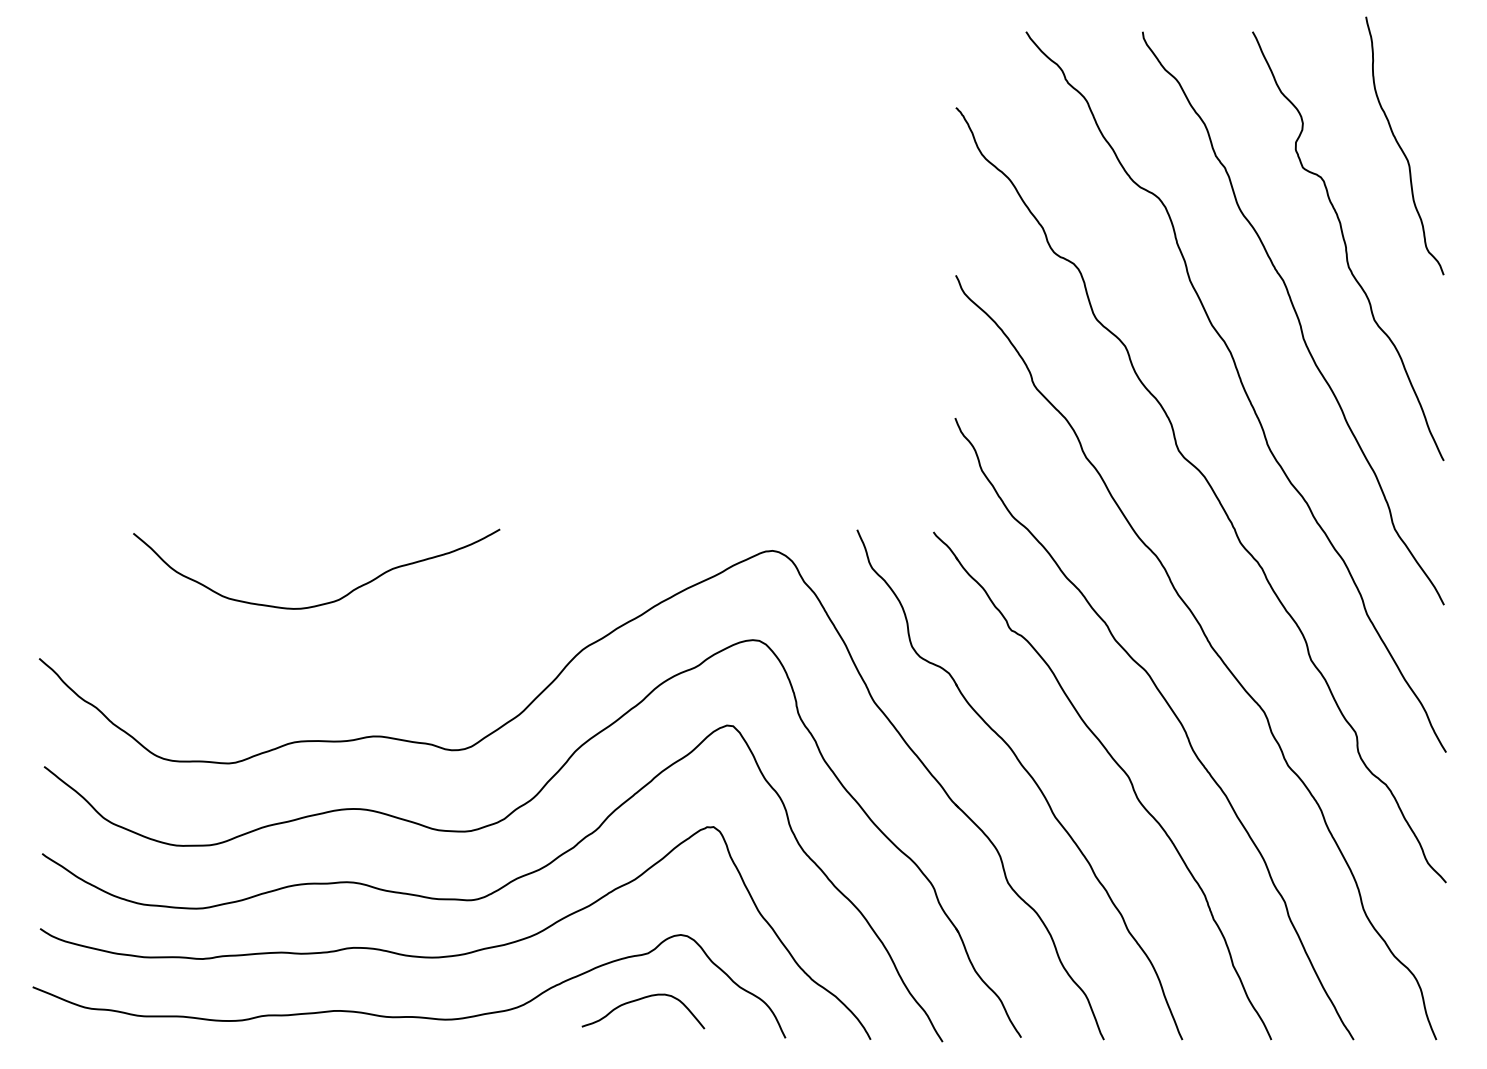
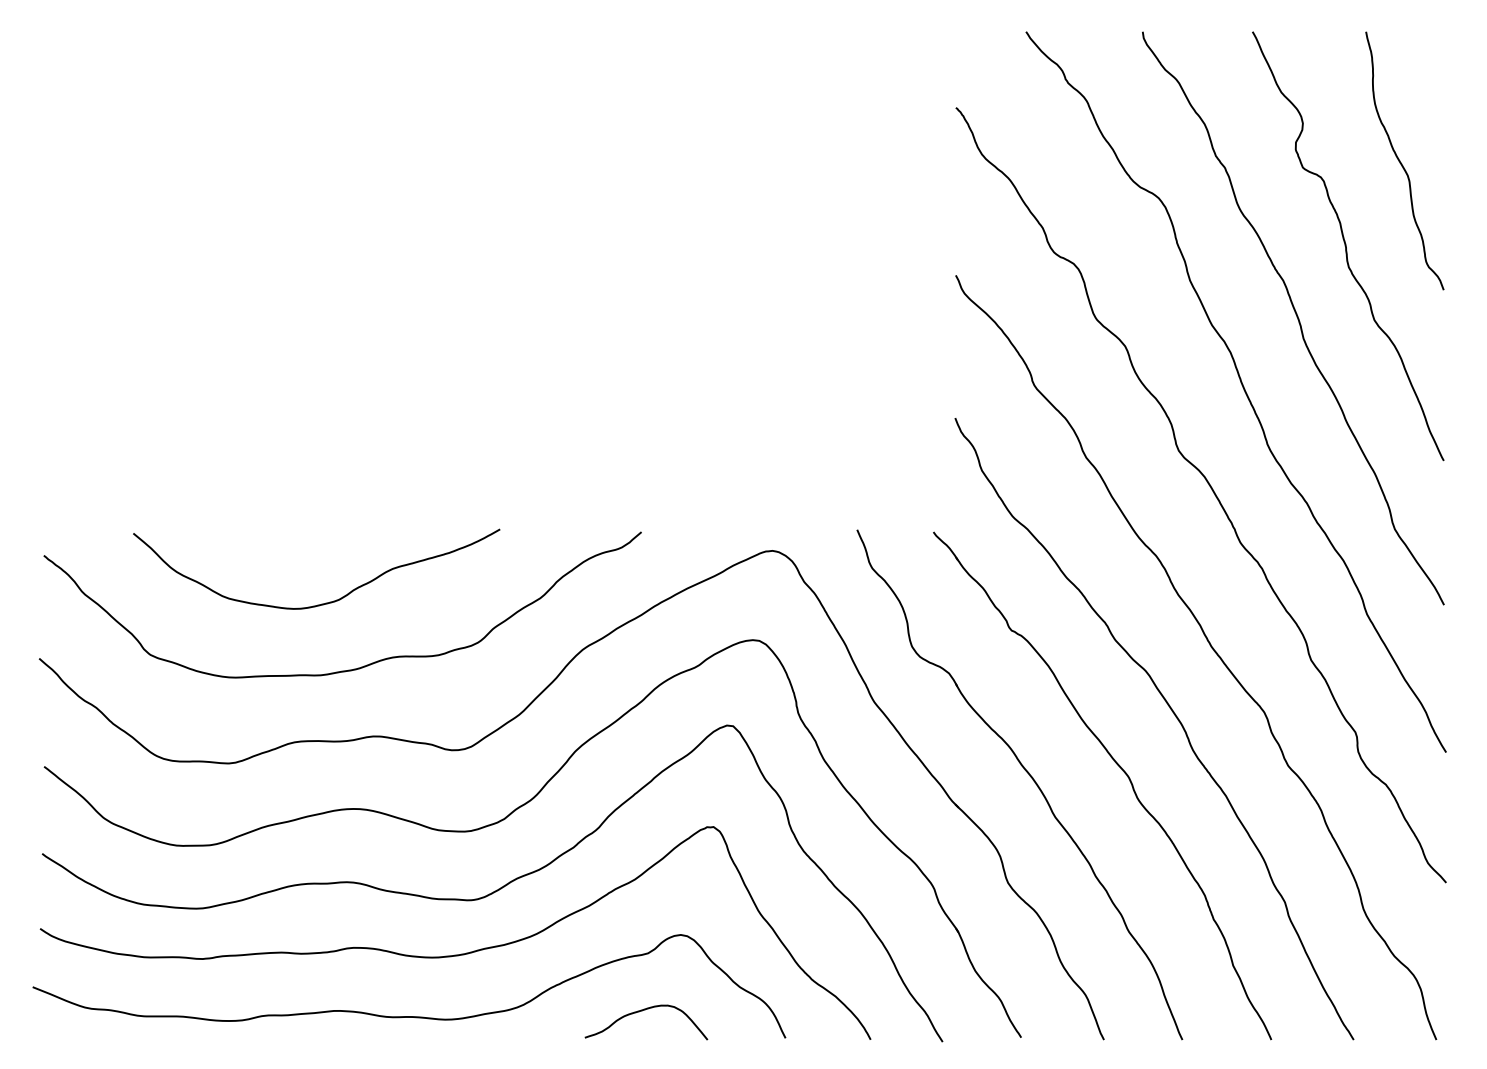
curve at (1401, 147) position: (1401, 147) -> (1401, 162)
curve at (366, 664): none -> present
curve at (639, 1000) position: (639, 1000) -> (642, 1011)
